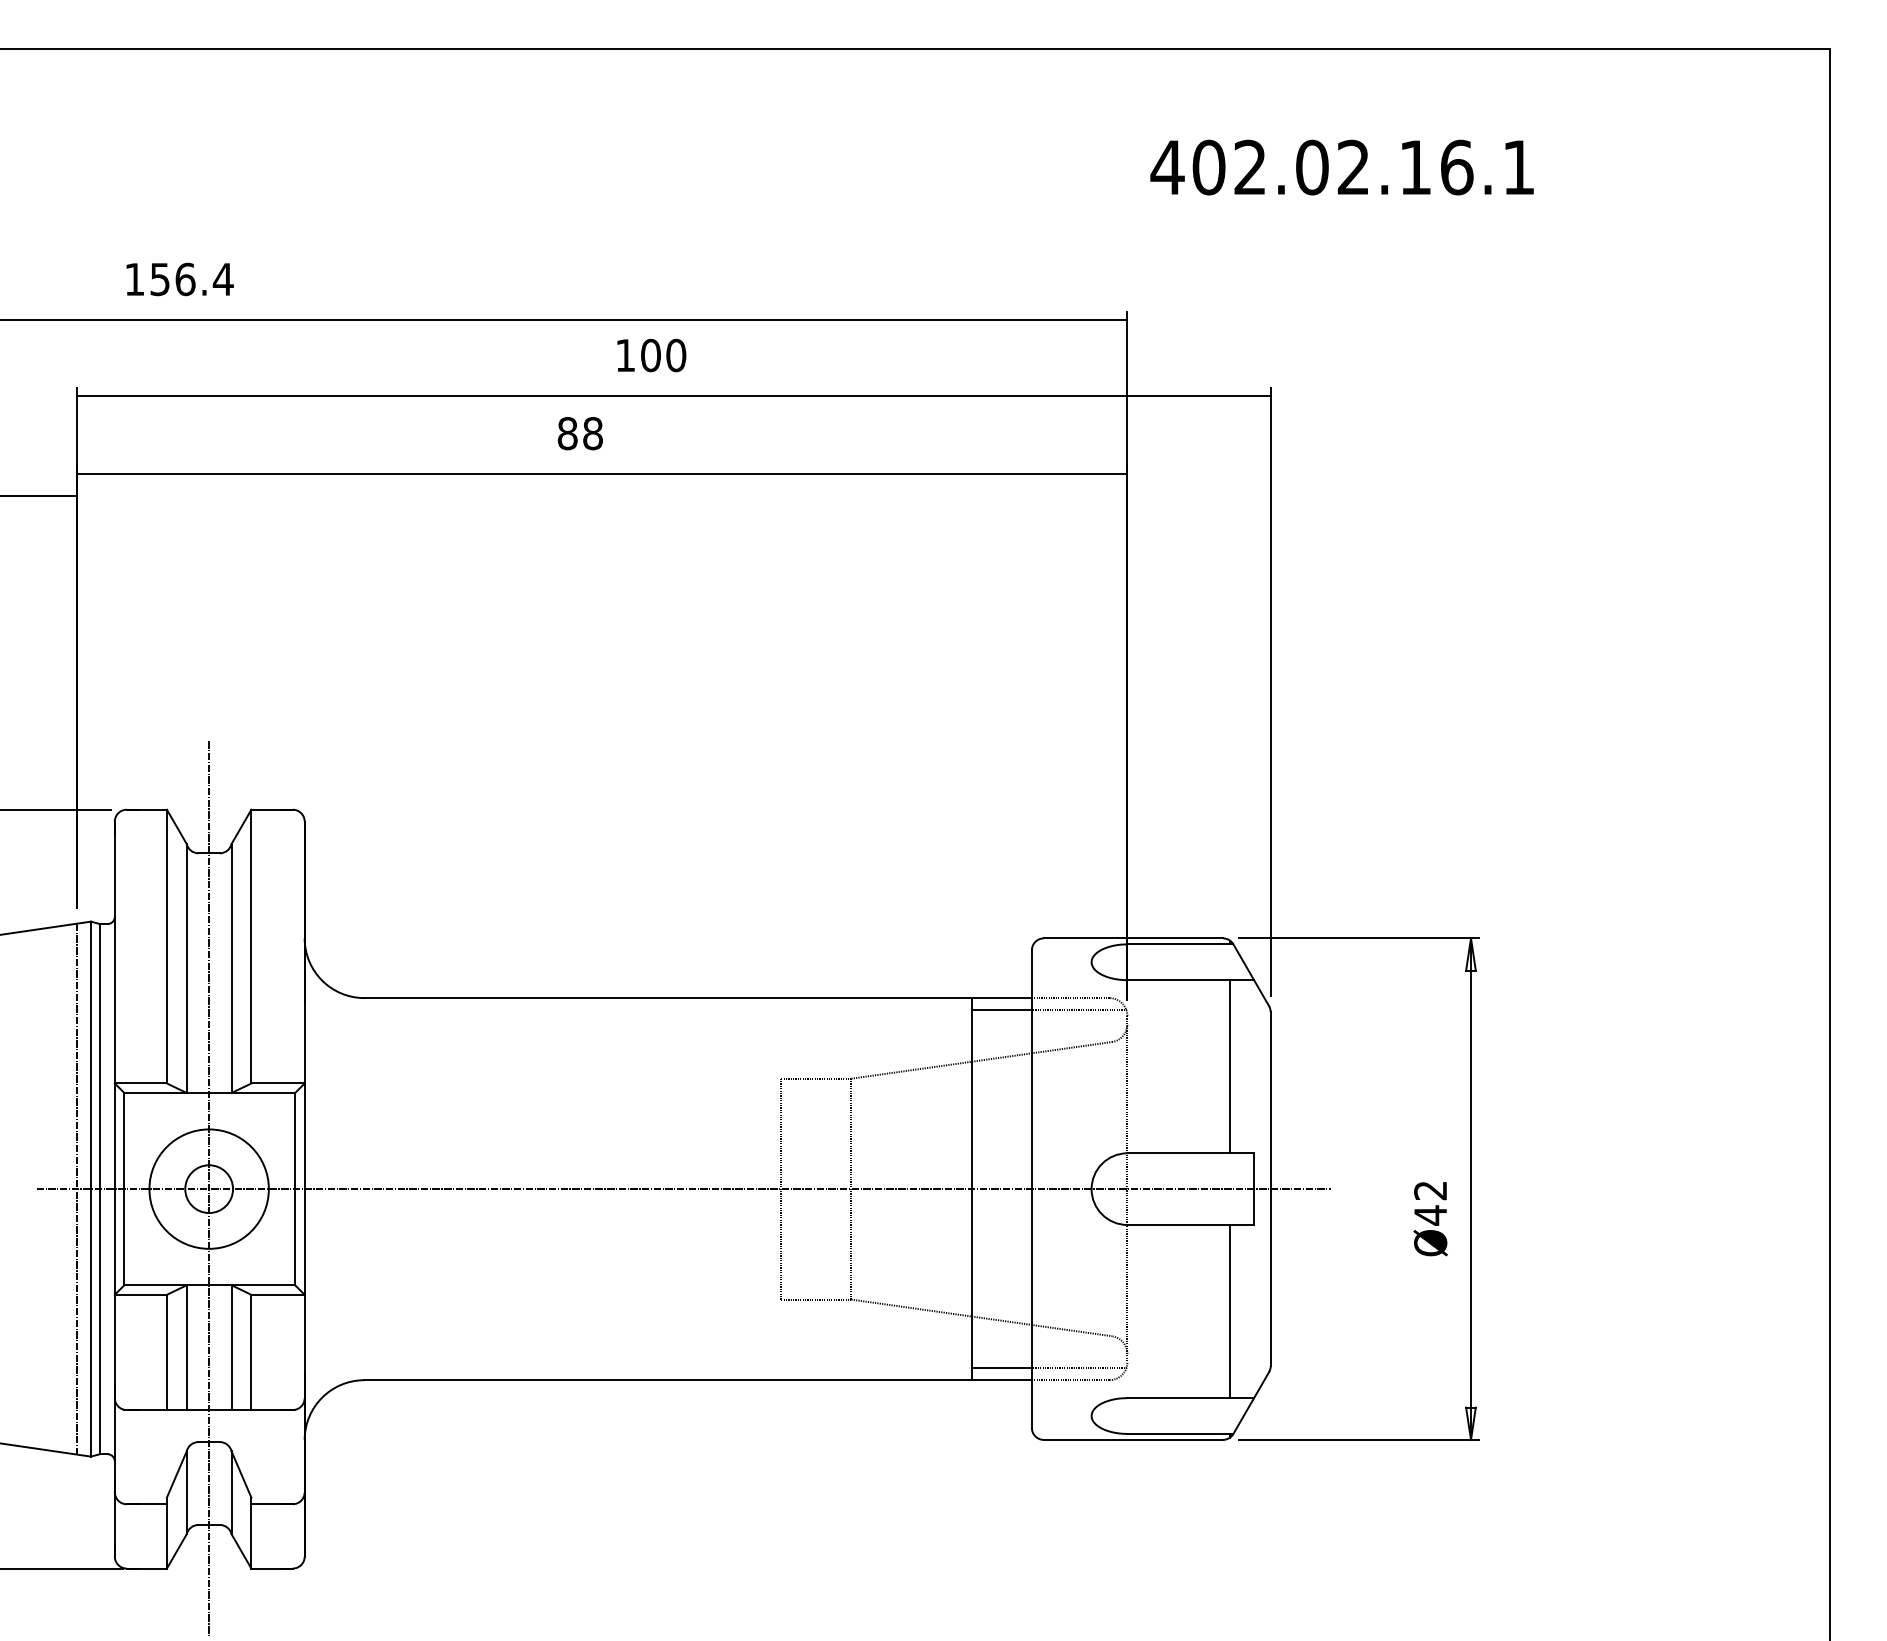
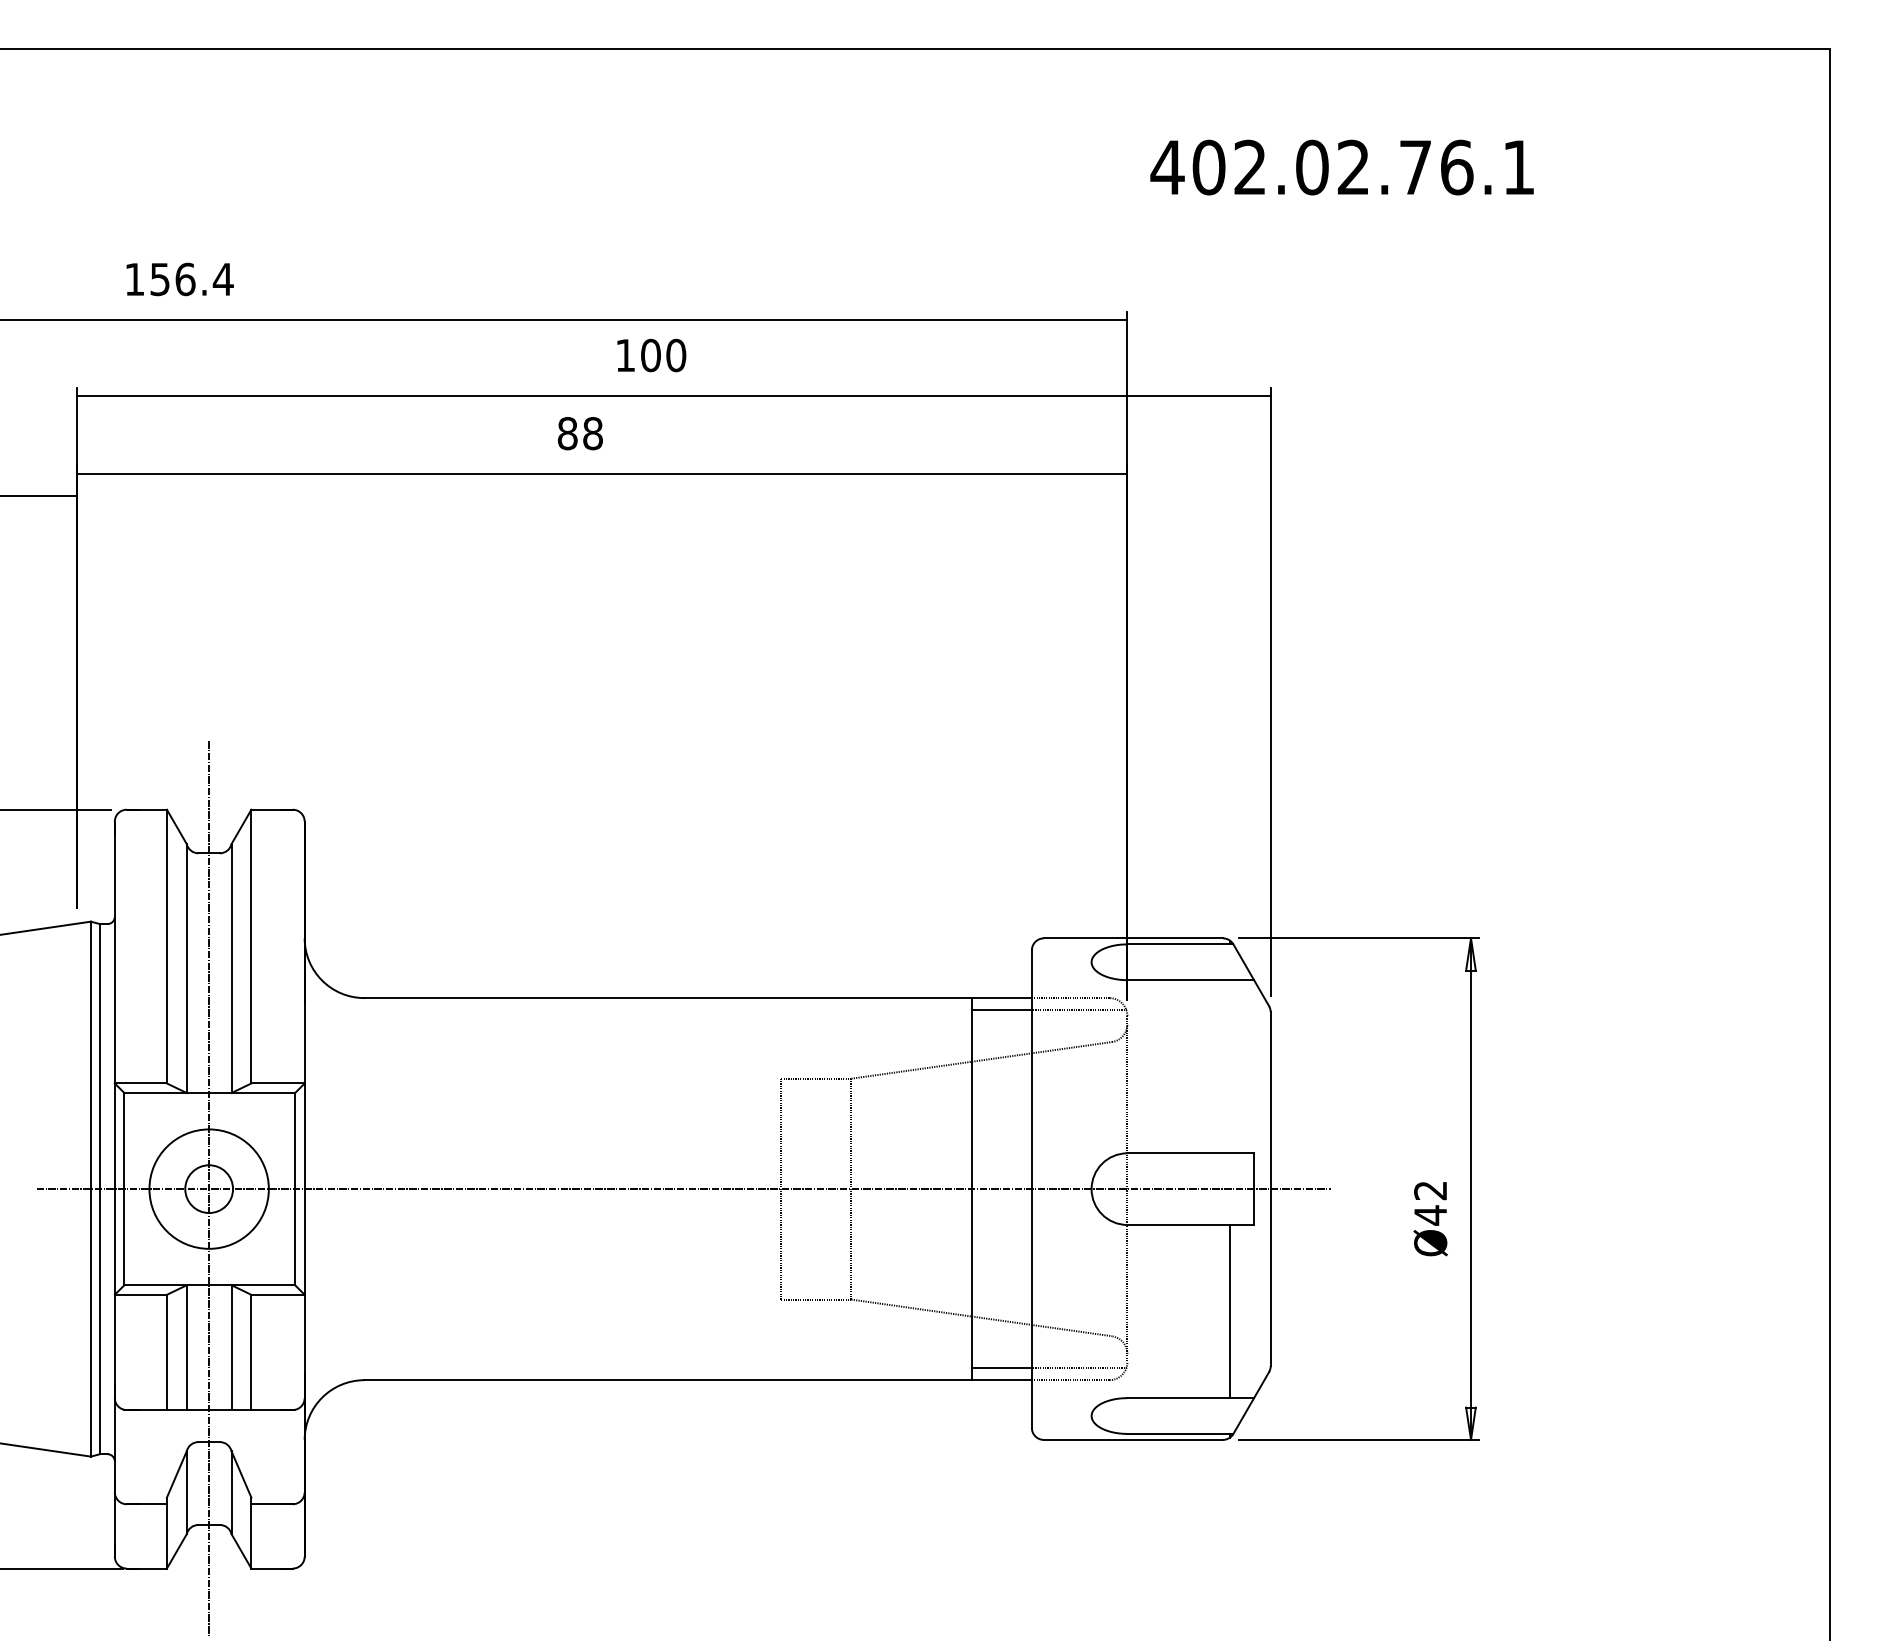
text at (1415, 167): 402.02.16.1 -> 402.02.76.1
line at (1229, 1066): present -> none
line at (76, 1188): present -> none
